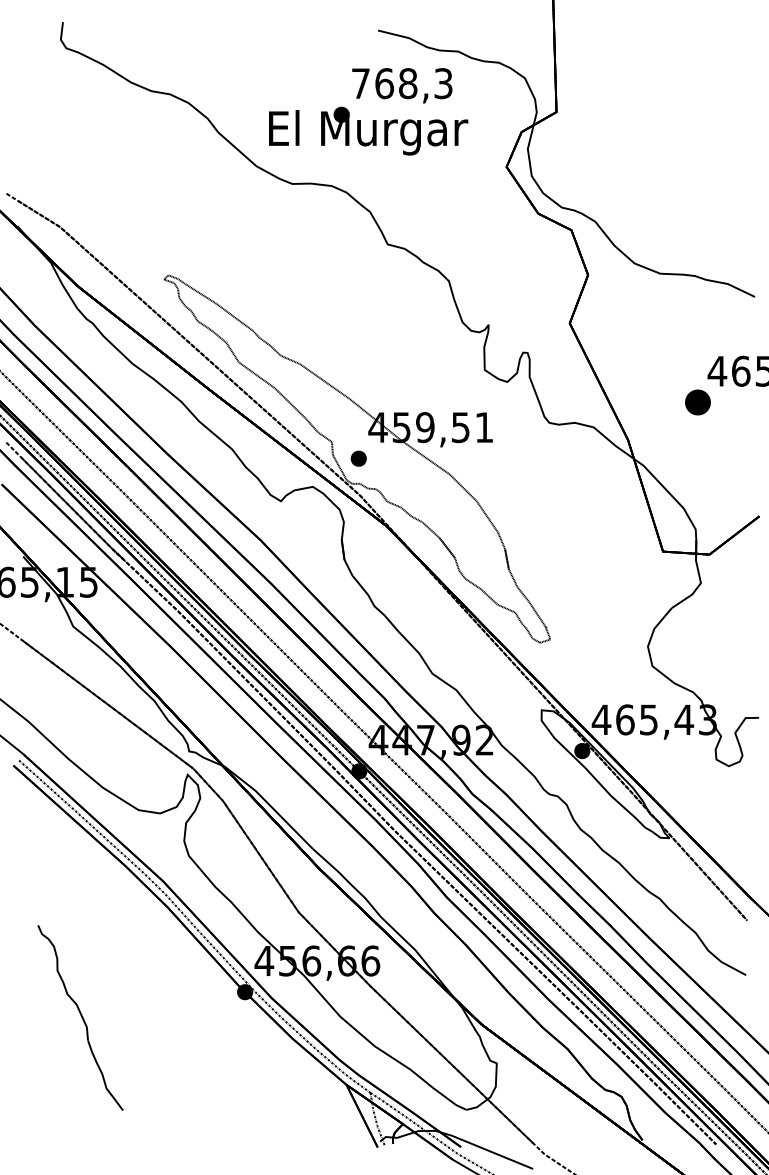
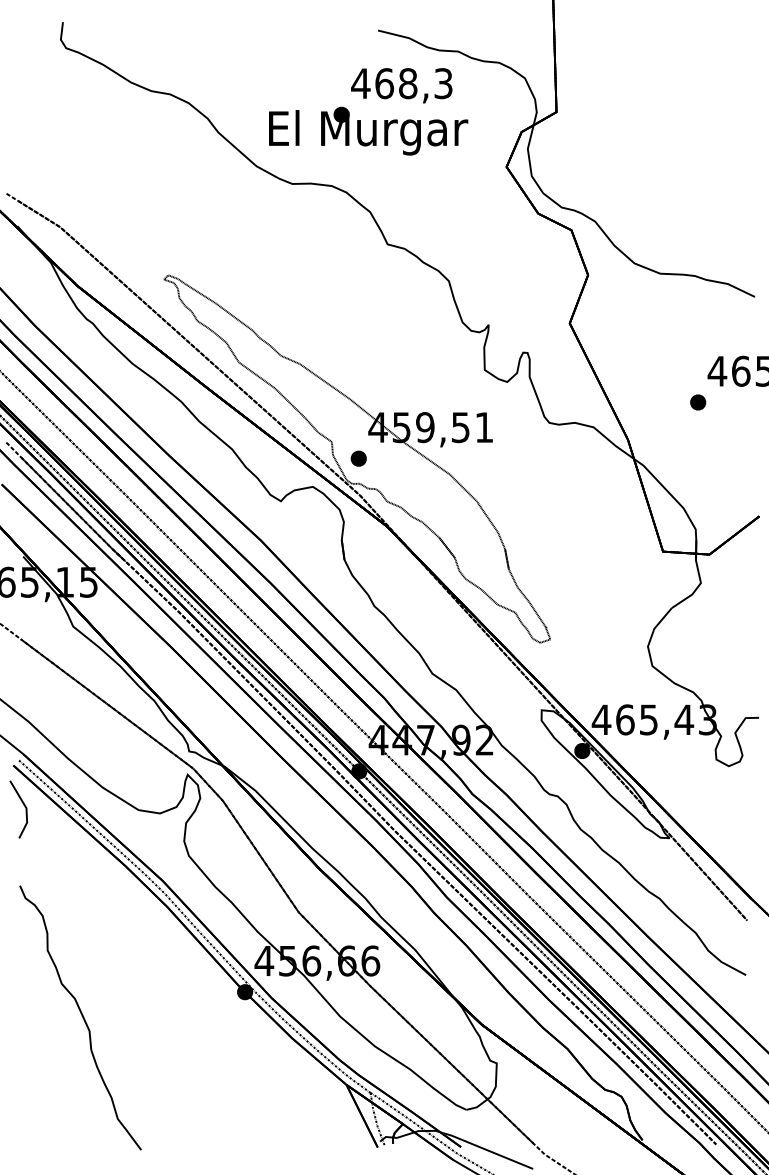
text at (360, 83): 768,3 -> 468,3
part at (697, 402) size: 26x27 px -> 17x17 px
line at (24, 807): none -> present
part at (80, 1017) size: 87x186 px -> 123x266 px
